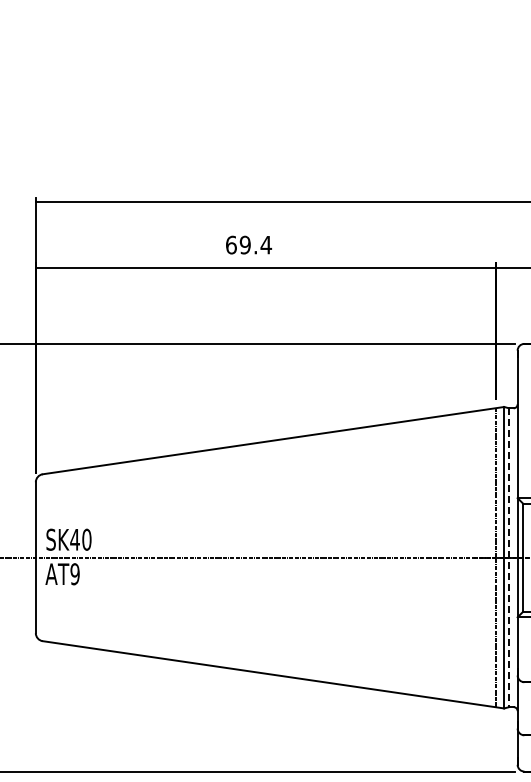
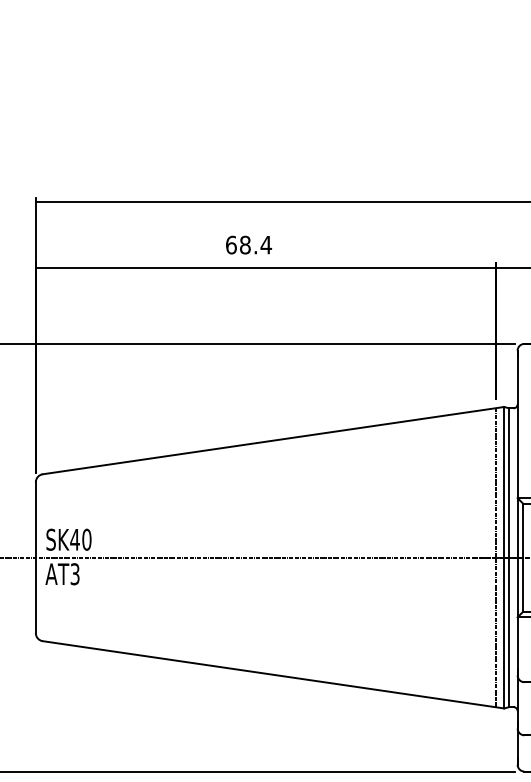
text at (244, 245): 69.4 -> 68.4
line at (509, 558): dashed -> solid
text at (74, 574): AT9 -> AT3
